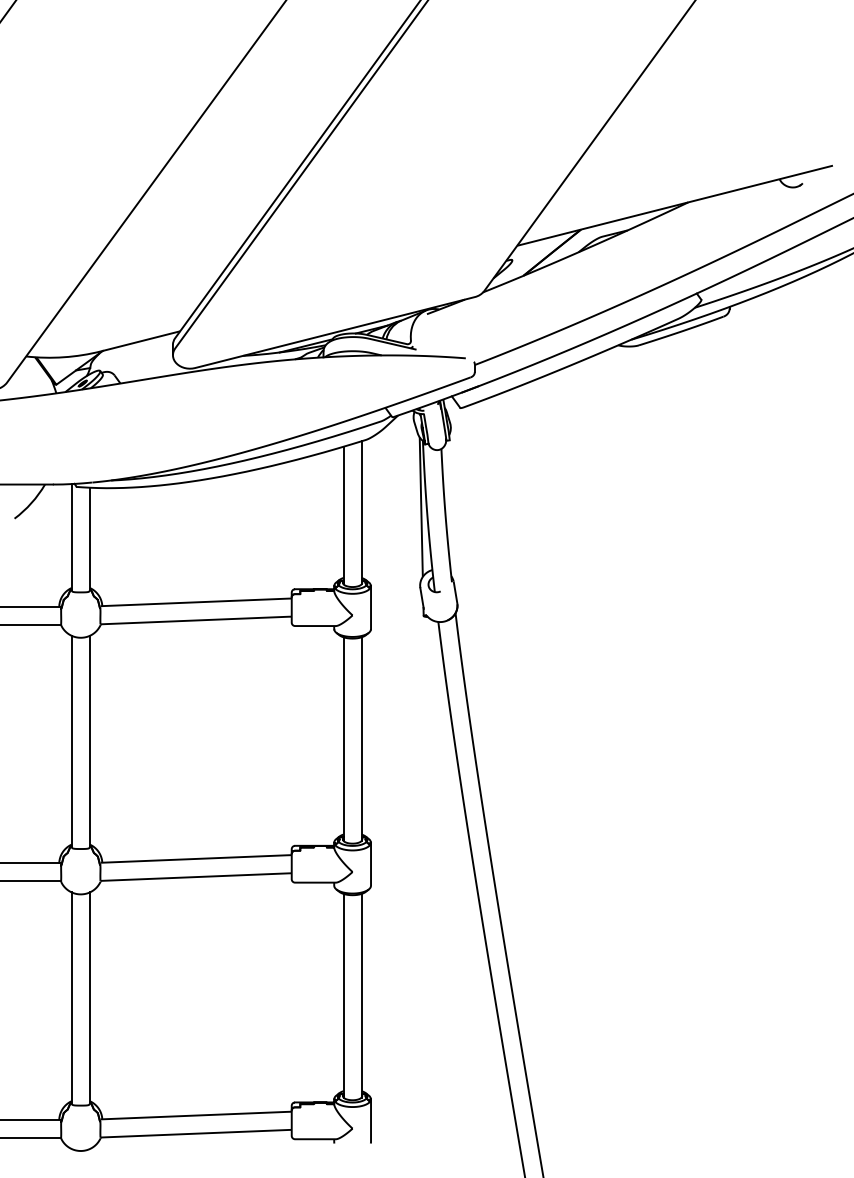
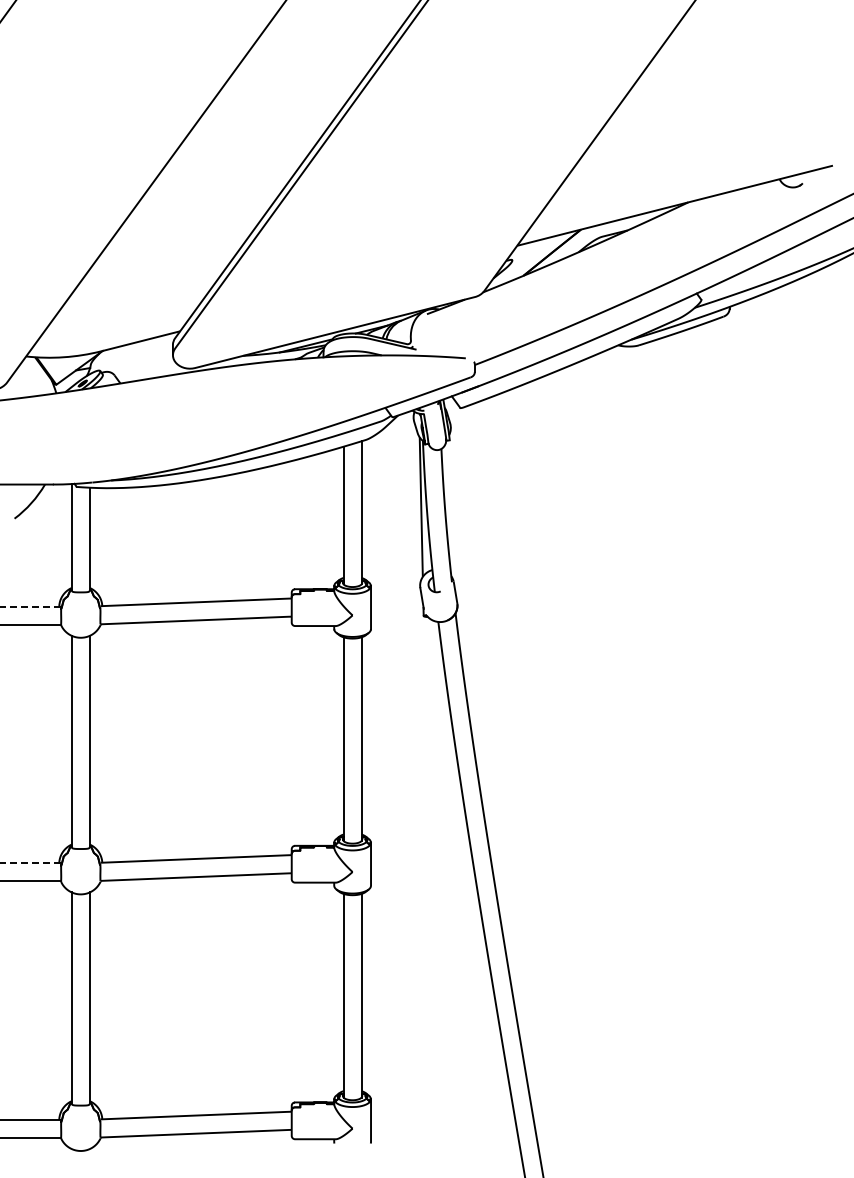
line at (30, 606): solid -> dashed
line at (30, 863): solid -> dashed
